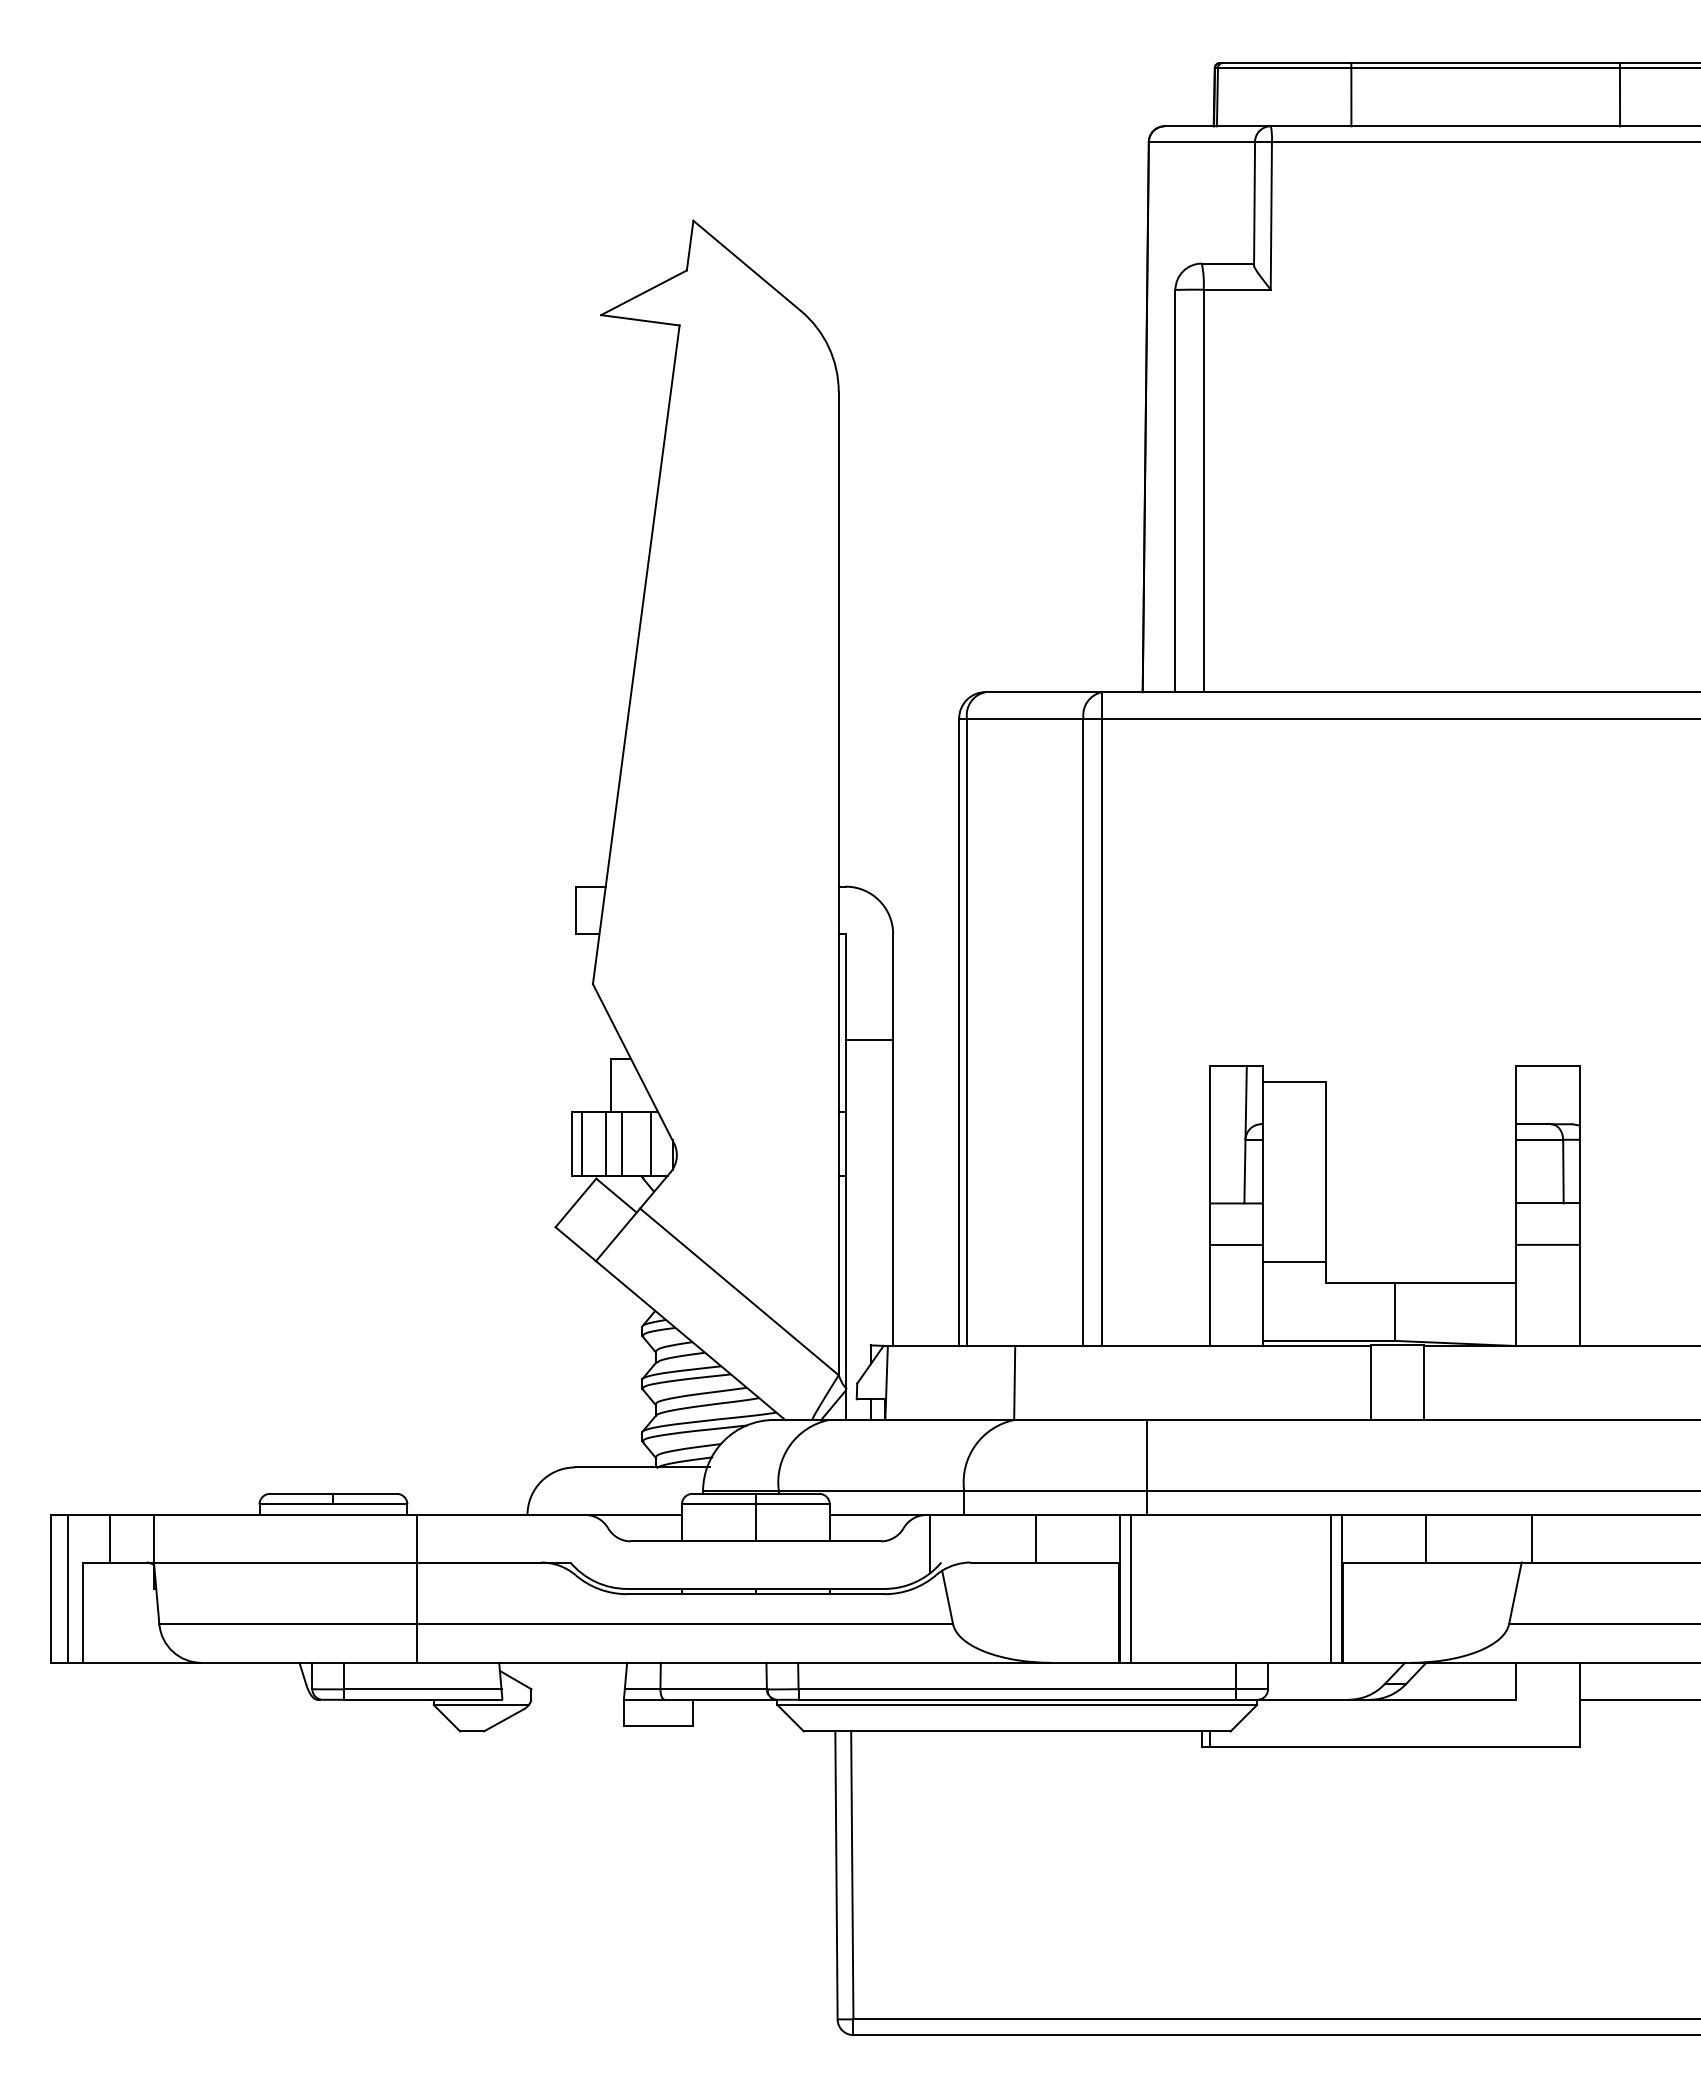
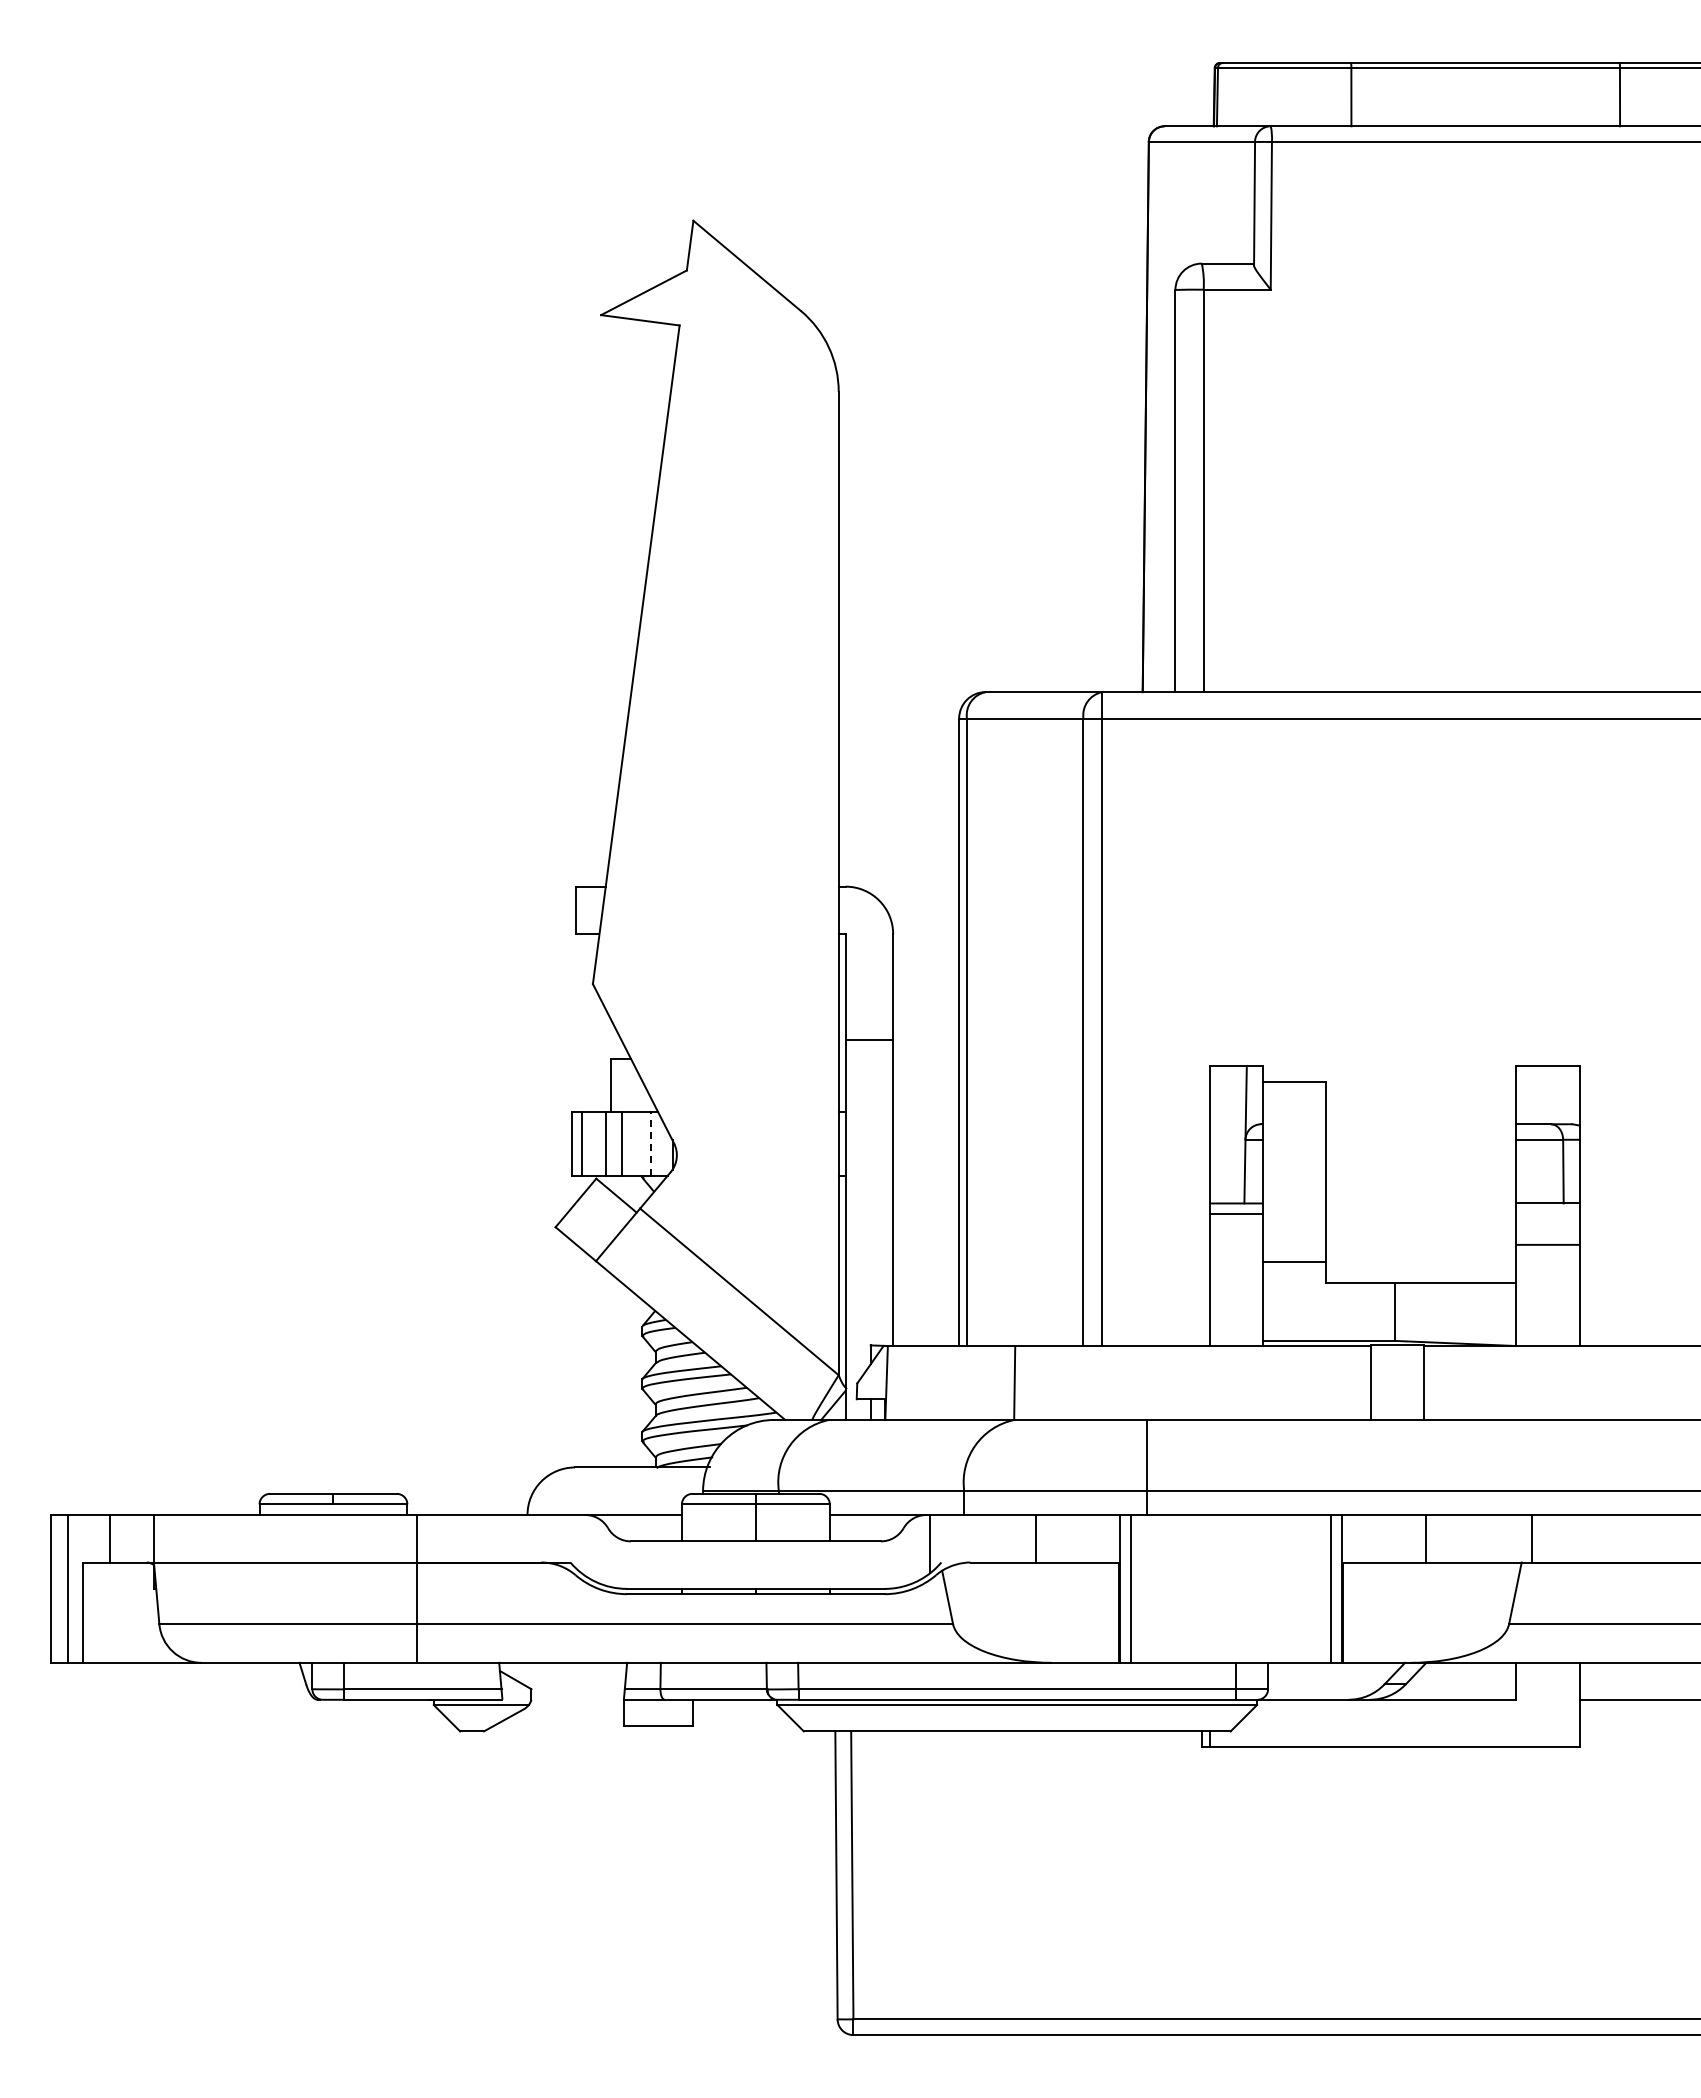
line at (650, 1143): solid -> dashed
line at (1235, 1244) position: (1235, 1244) -> (1235, 1213)
